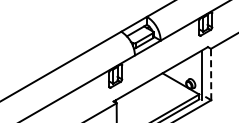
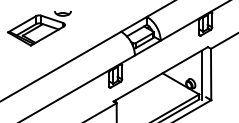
part at (38, 28): none -> present
line at (211, 74): dashed -> solid
